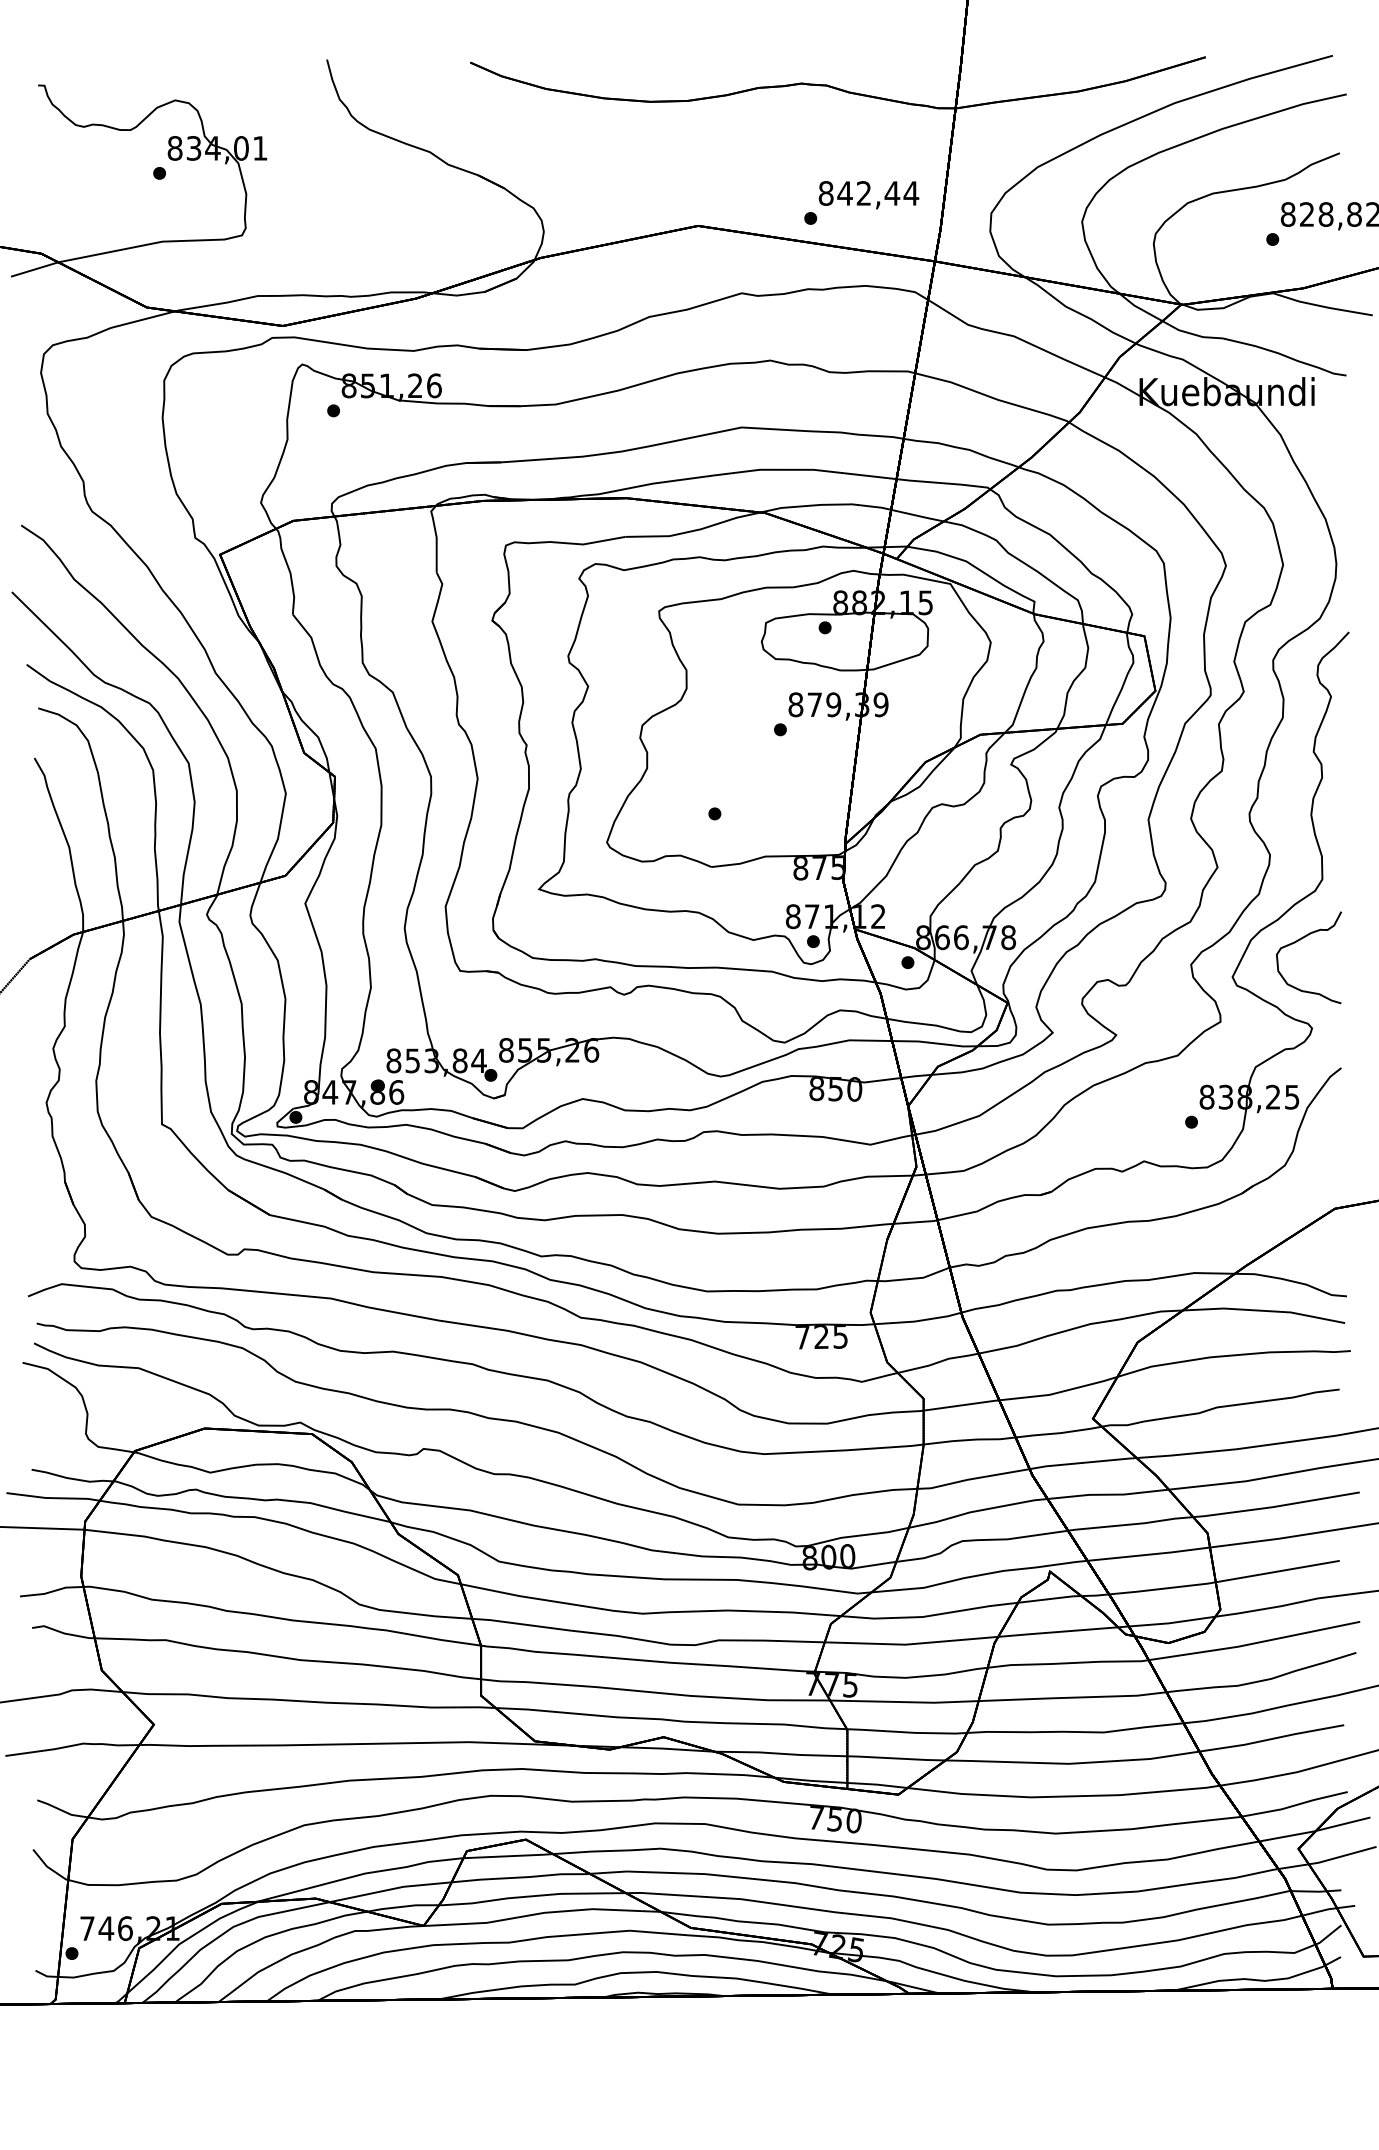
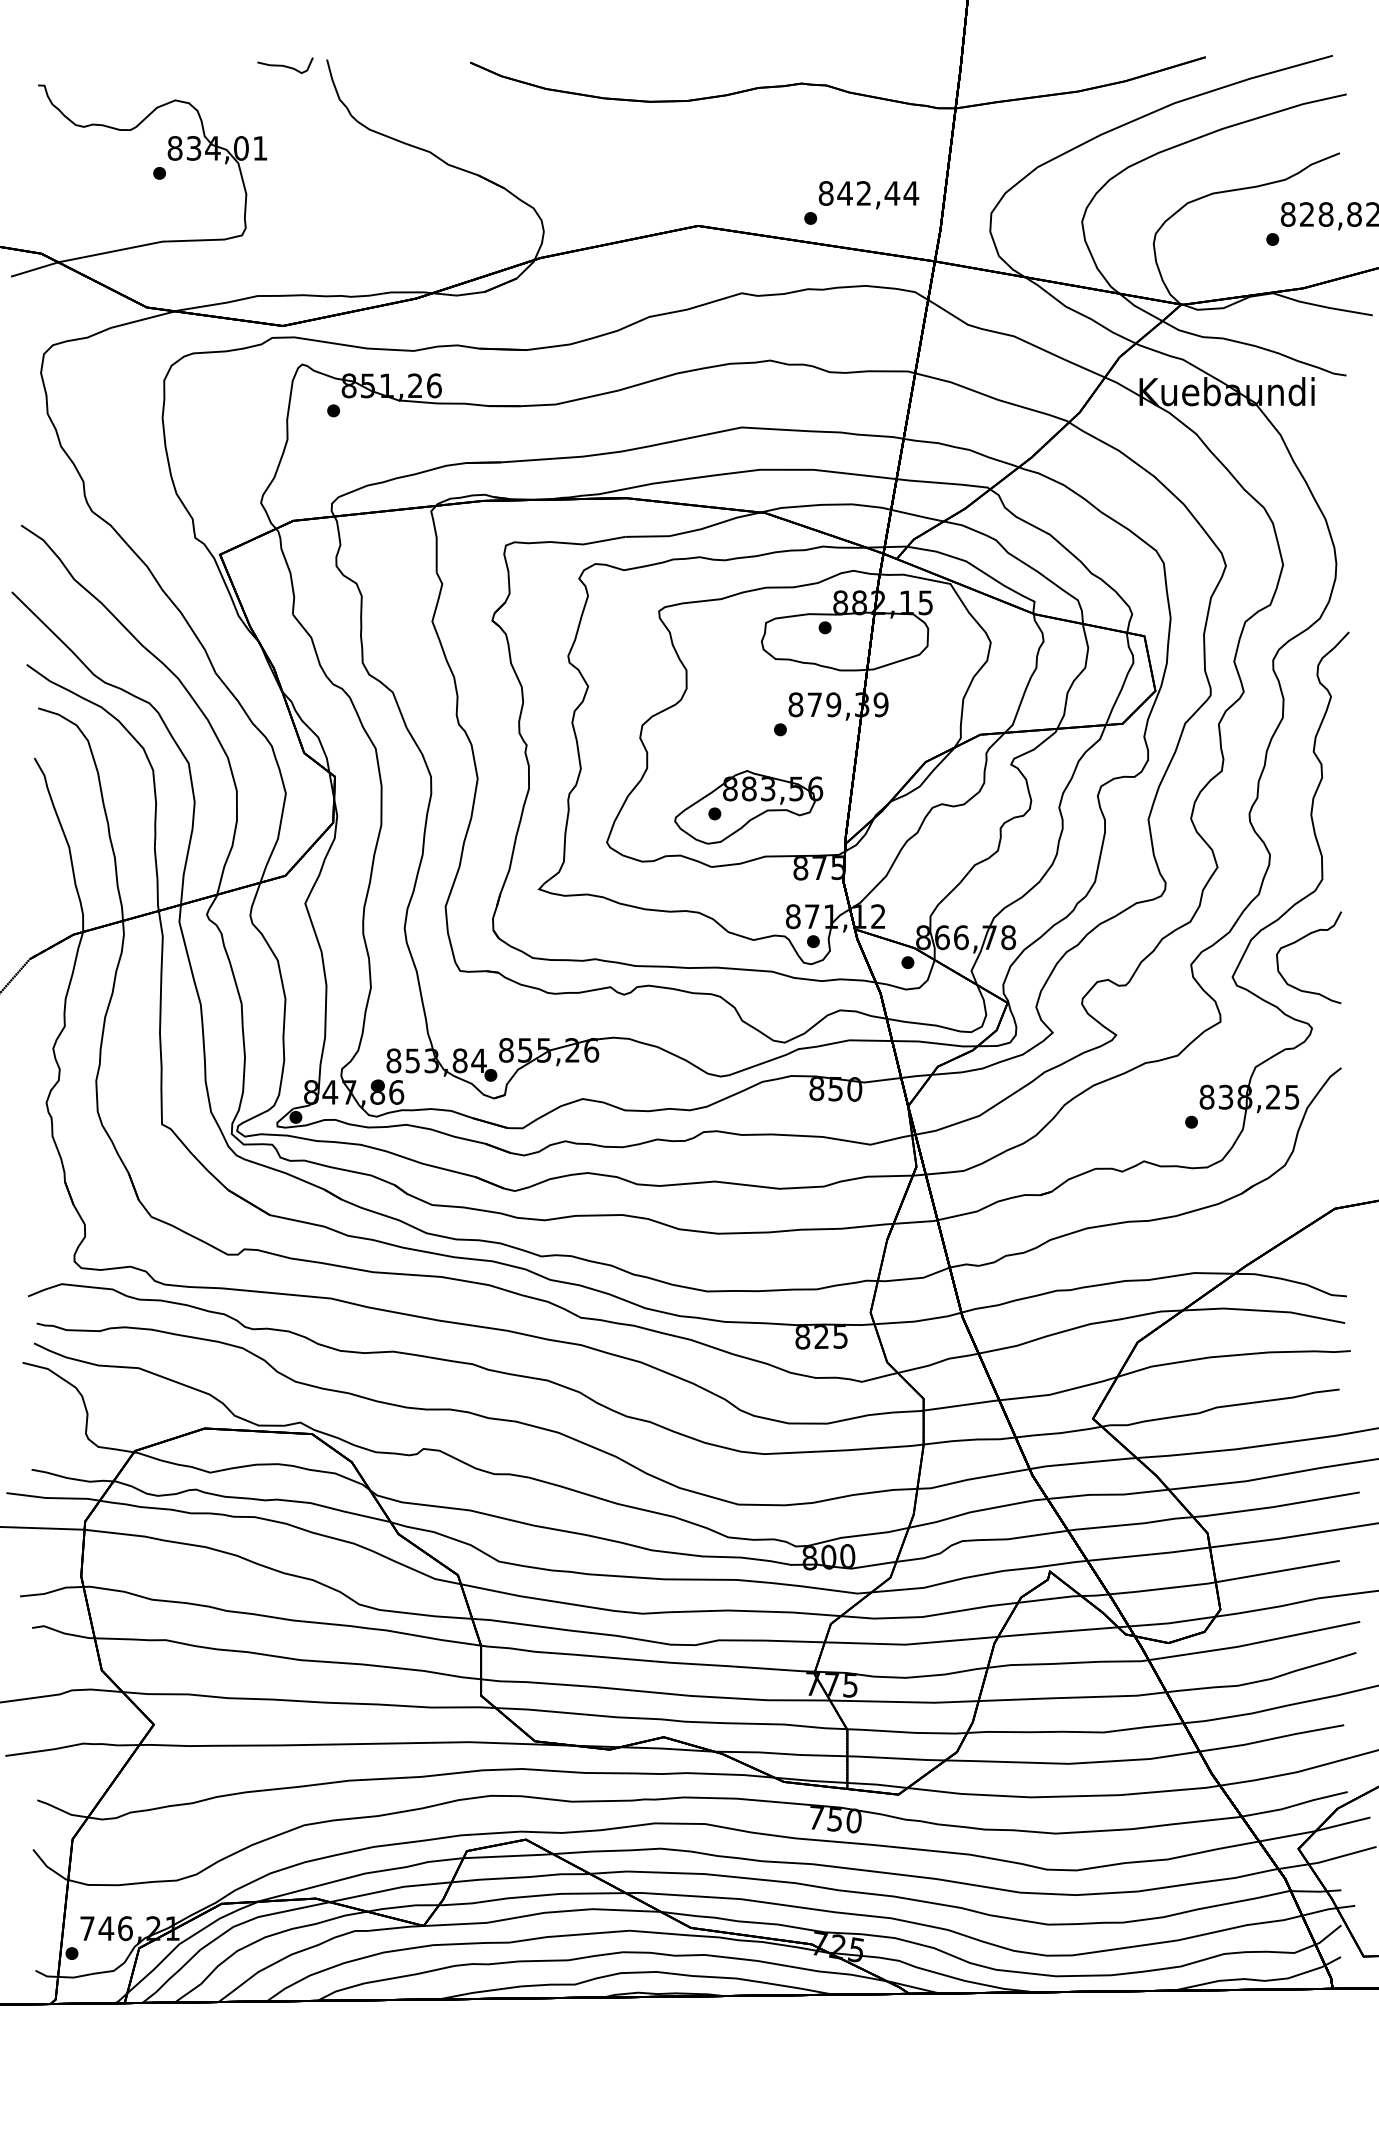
curve at (285, 65): none -> present
part at (748, 807): none -> present
text at (802, 1337): 725 -> 825
